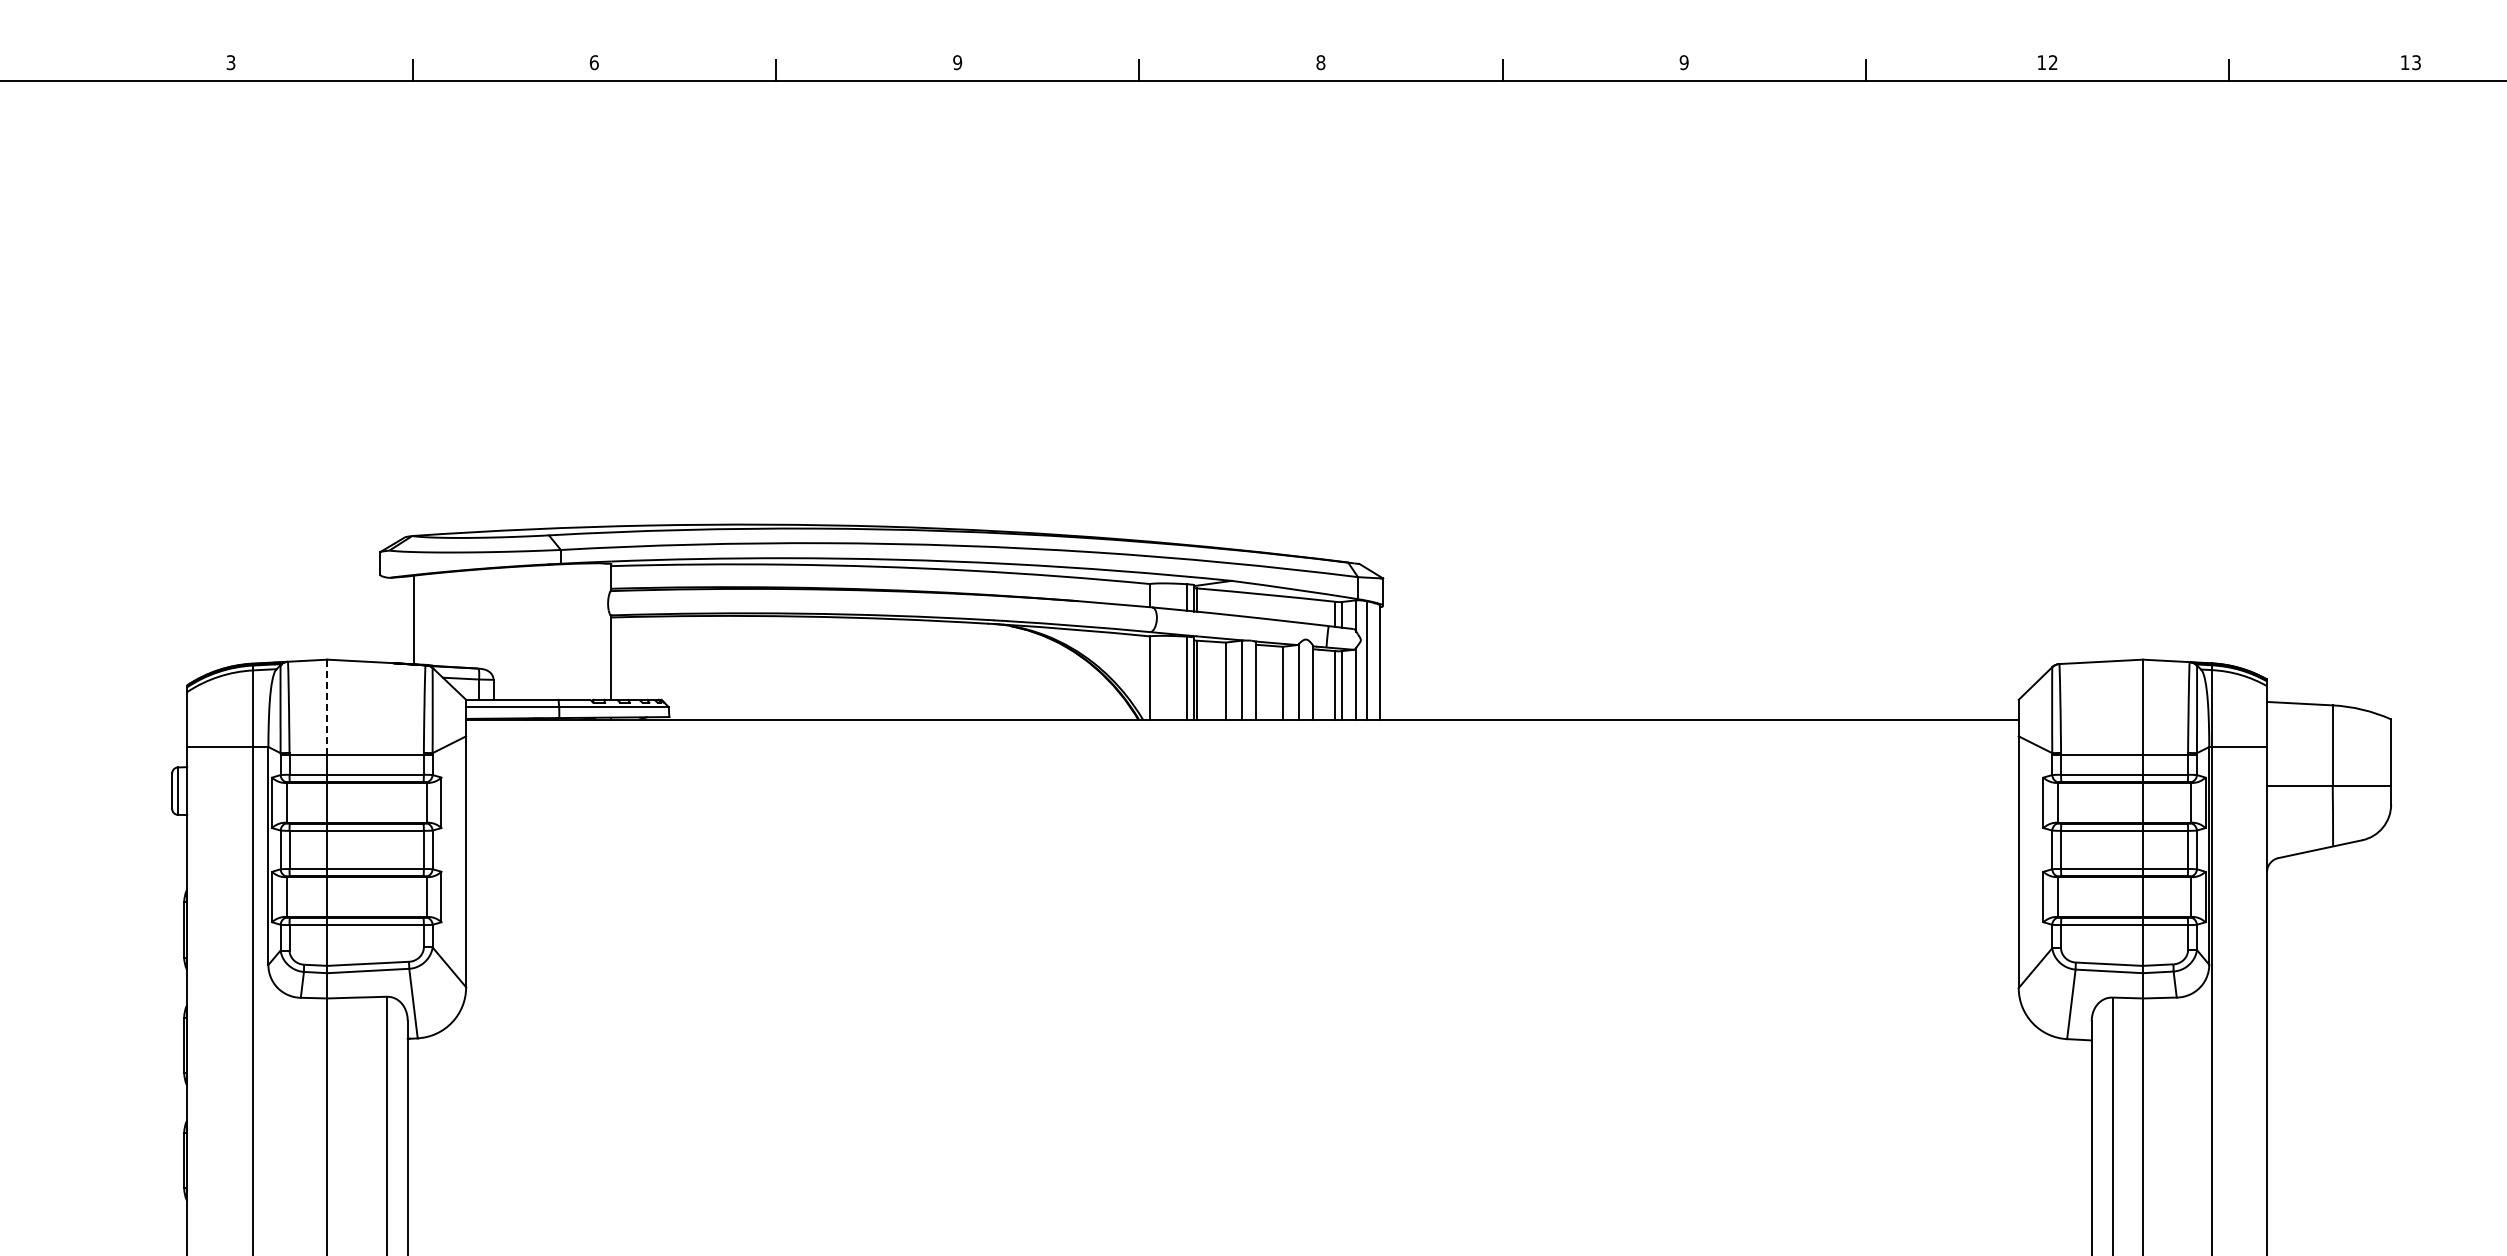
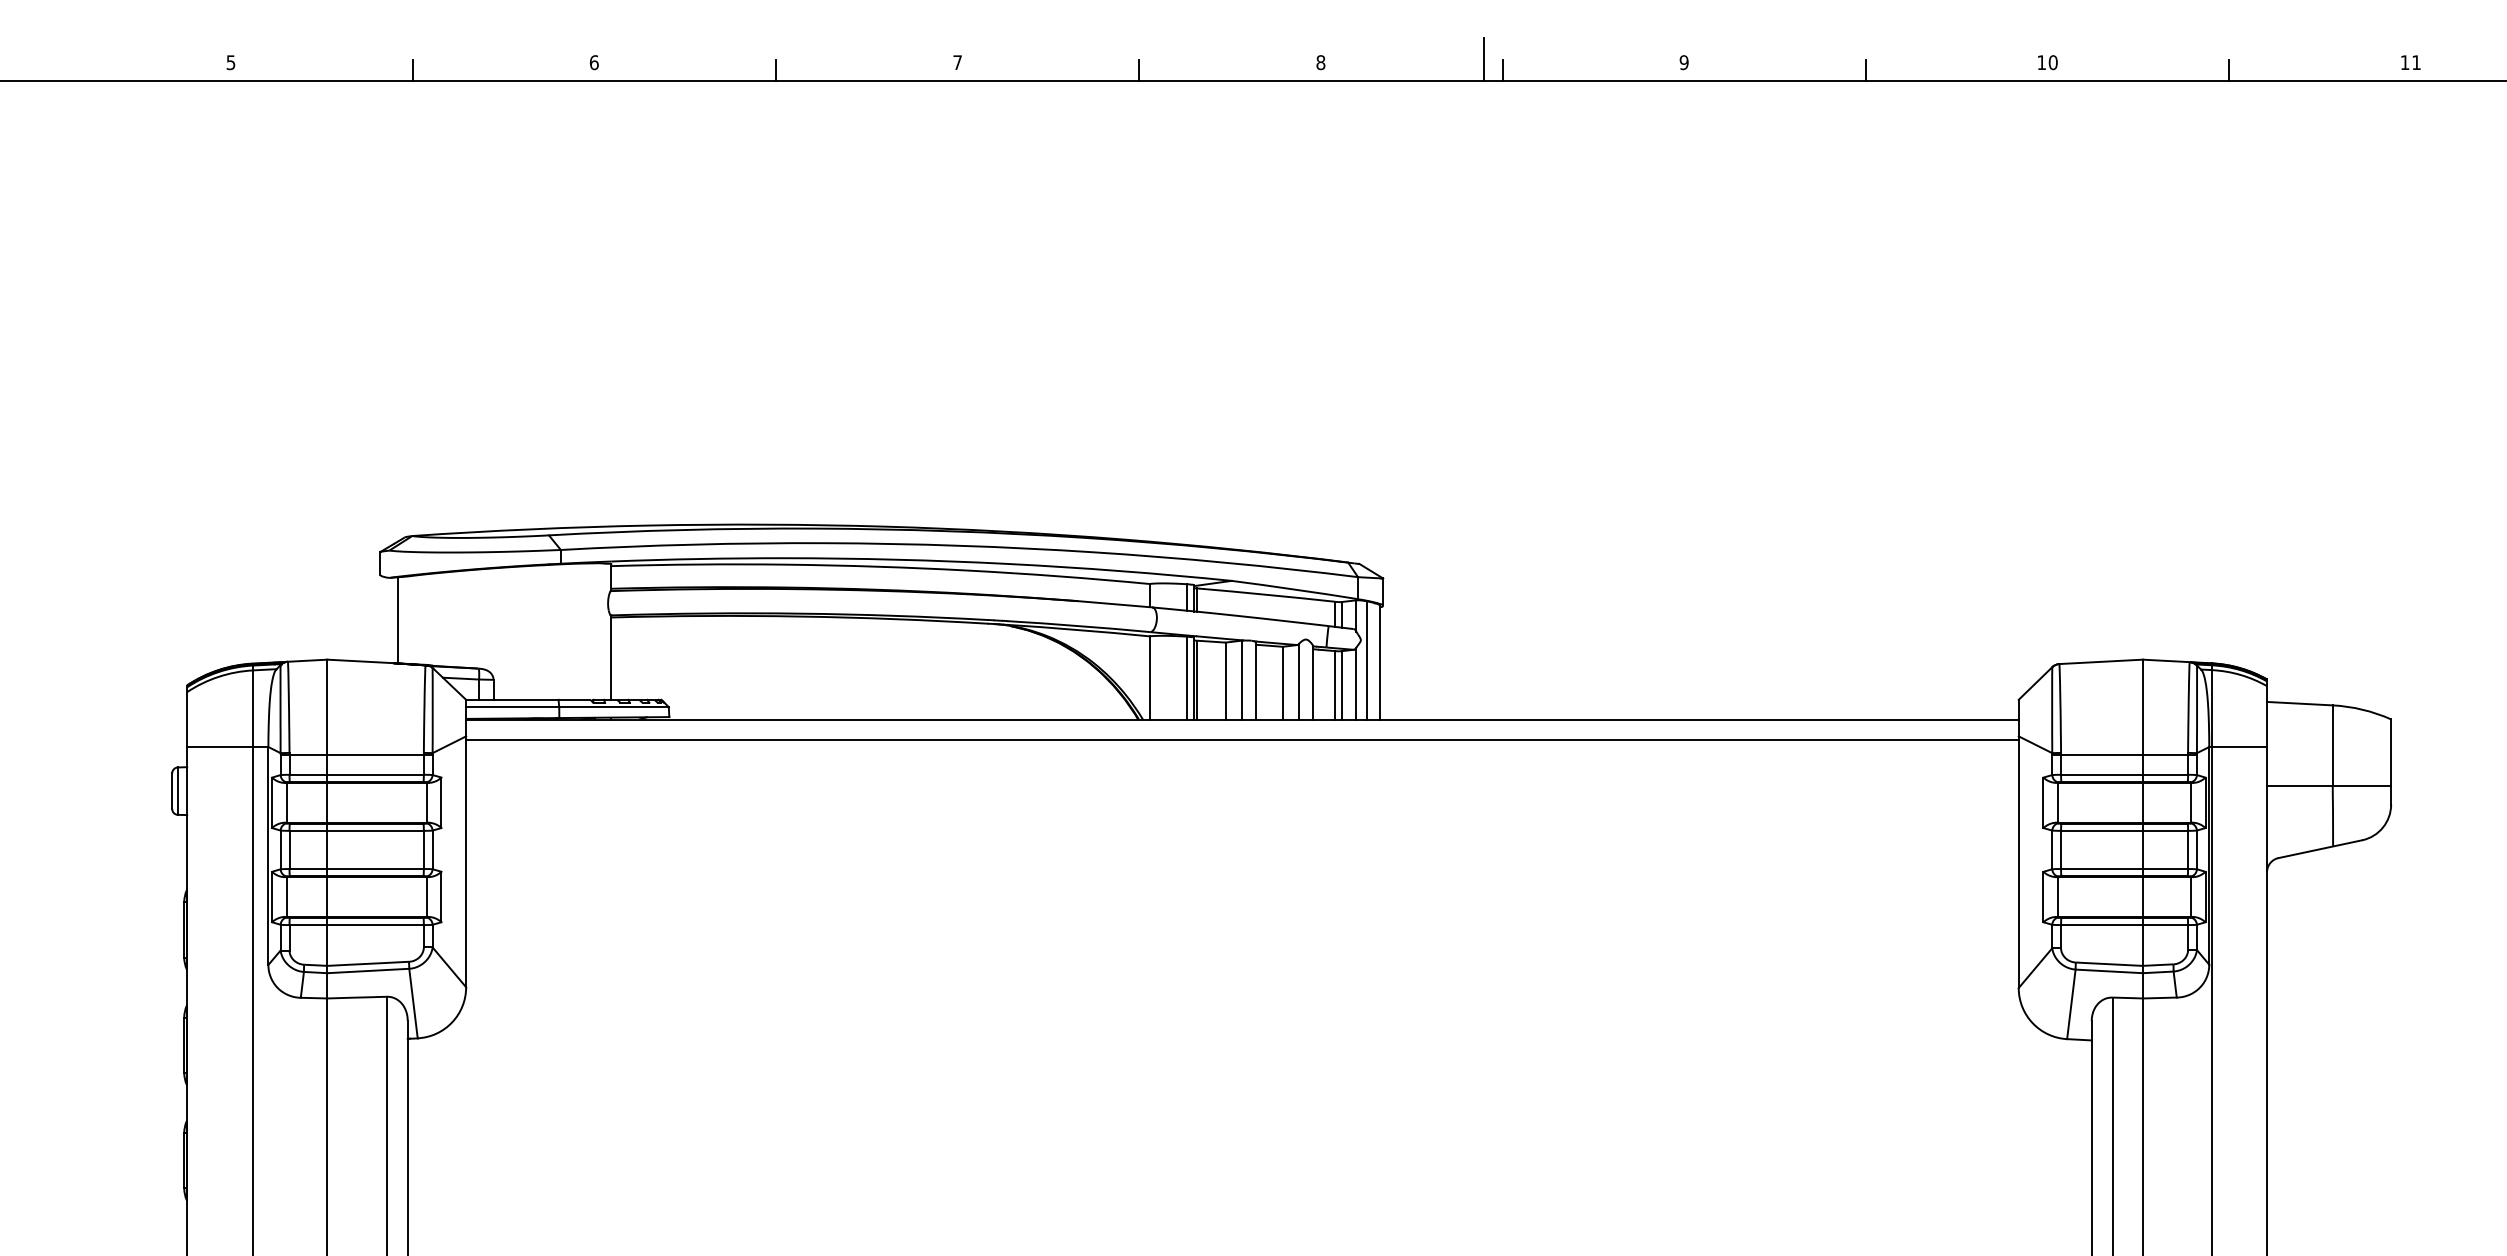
line at (1484, 59): none -> present
text at (231, 62): 3 -> 5
text at (957, 62): 9 -> 7
text at (2052, 62): 12 -> 10
text at (2416, 62): 13 -> 11
line at (413, 620) position: (413, 620) -> (397, 620)
line at (327, 706): dashed -> solid
line at (1242, 740): none -> present
